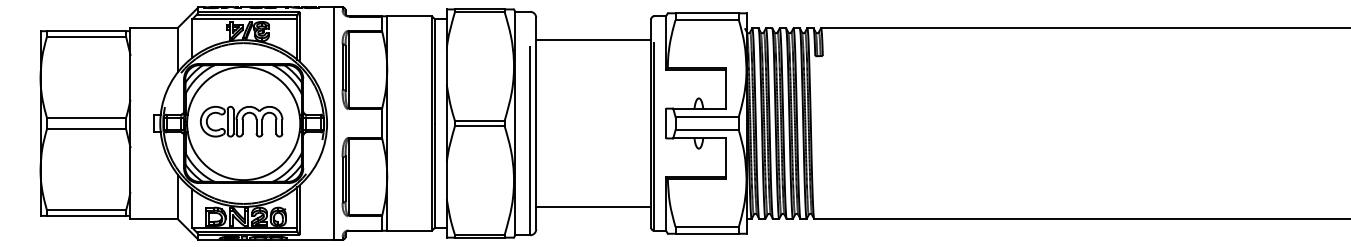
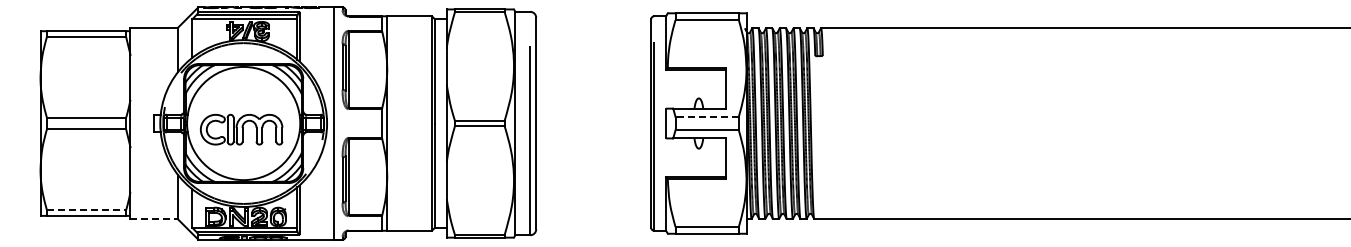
line at (593, 40): present -> none
line at (707, 116): solid -> dashed
part at (241, 121) position: (241, 121) -> (241, 129)
line at (593, 206): present -> none
line at (86, 209): solid -> dashed
line at (154, 219): solid -> dashed
